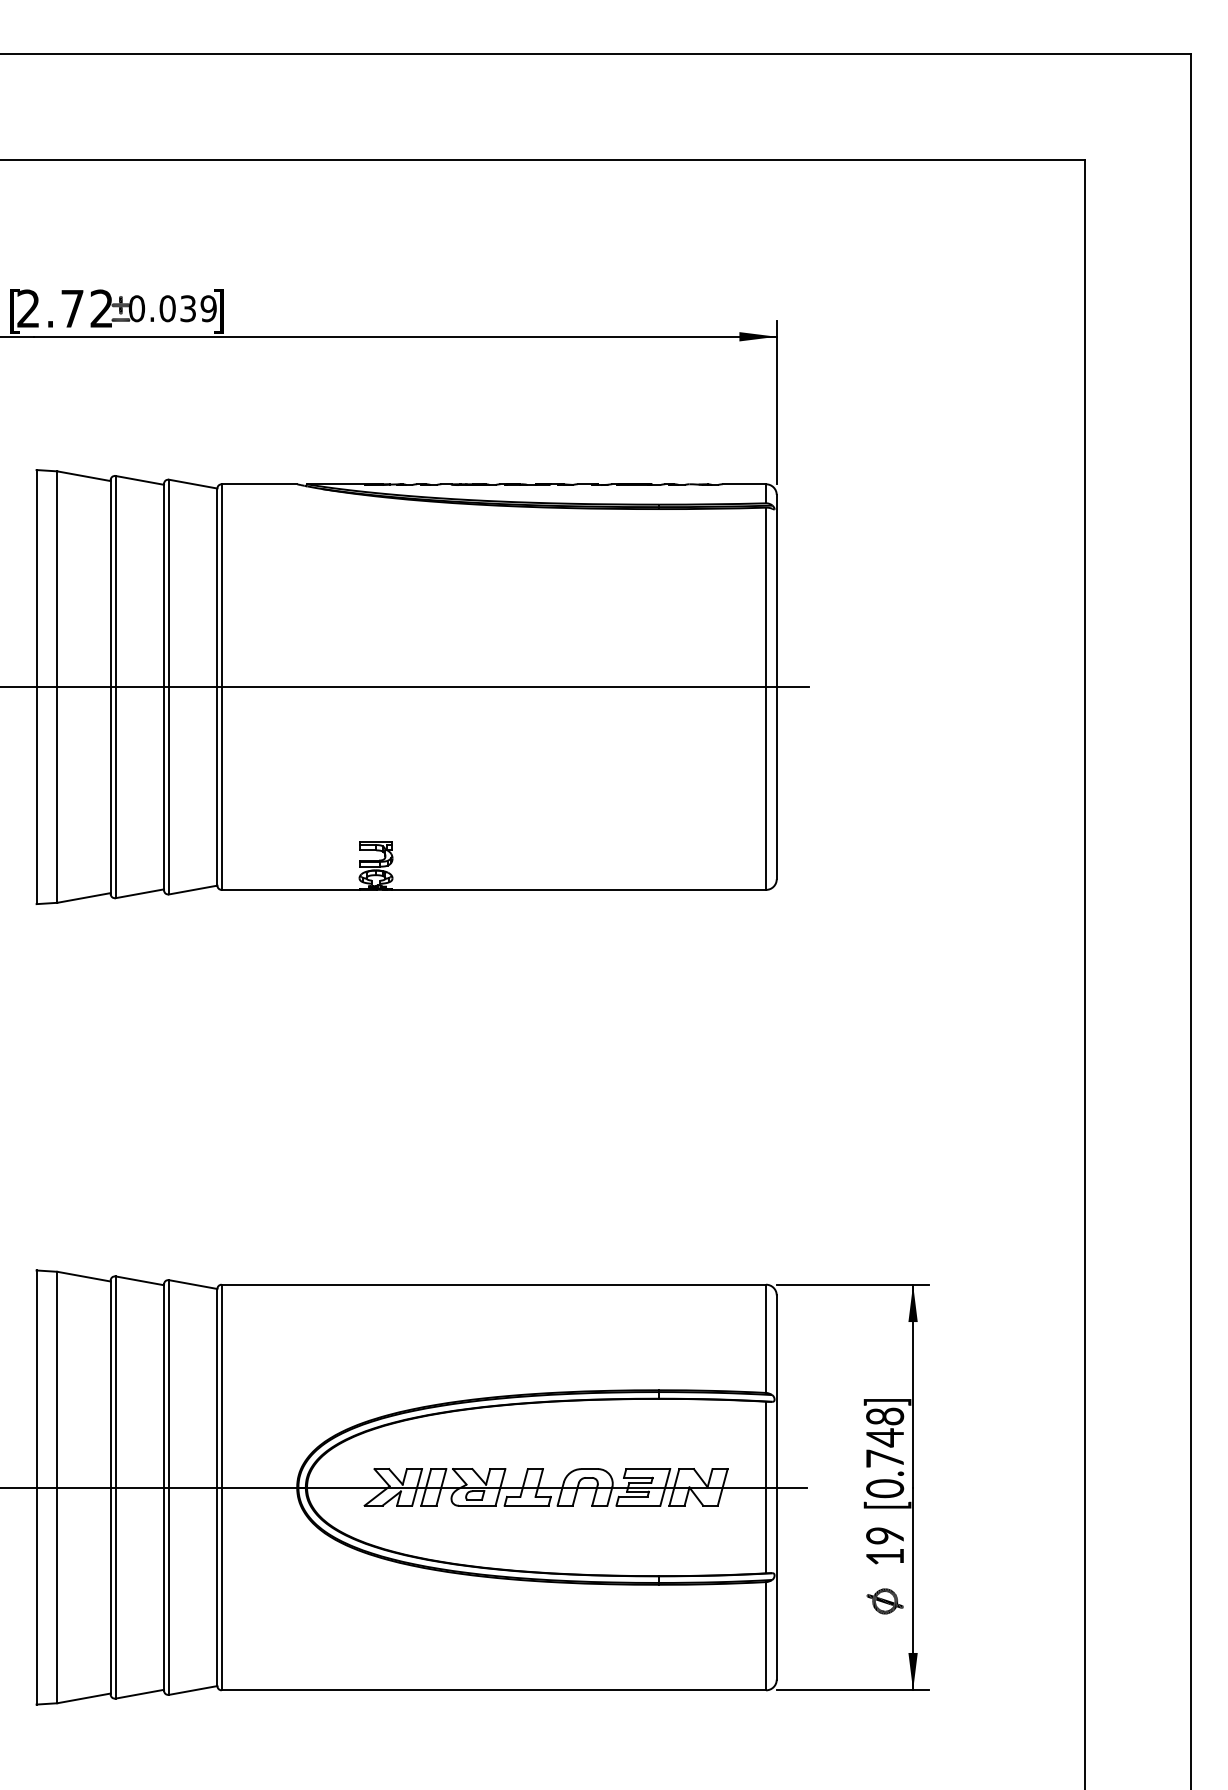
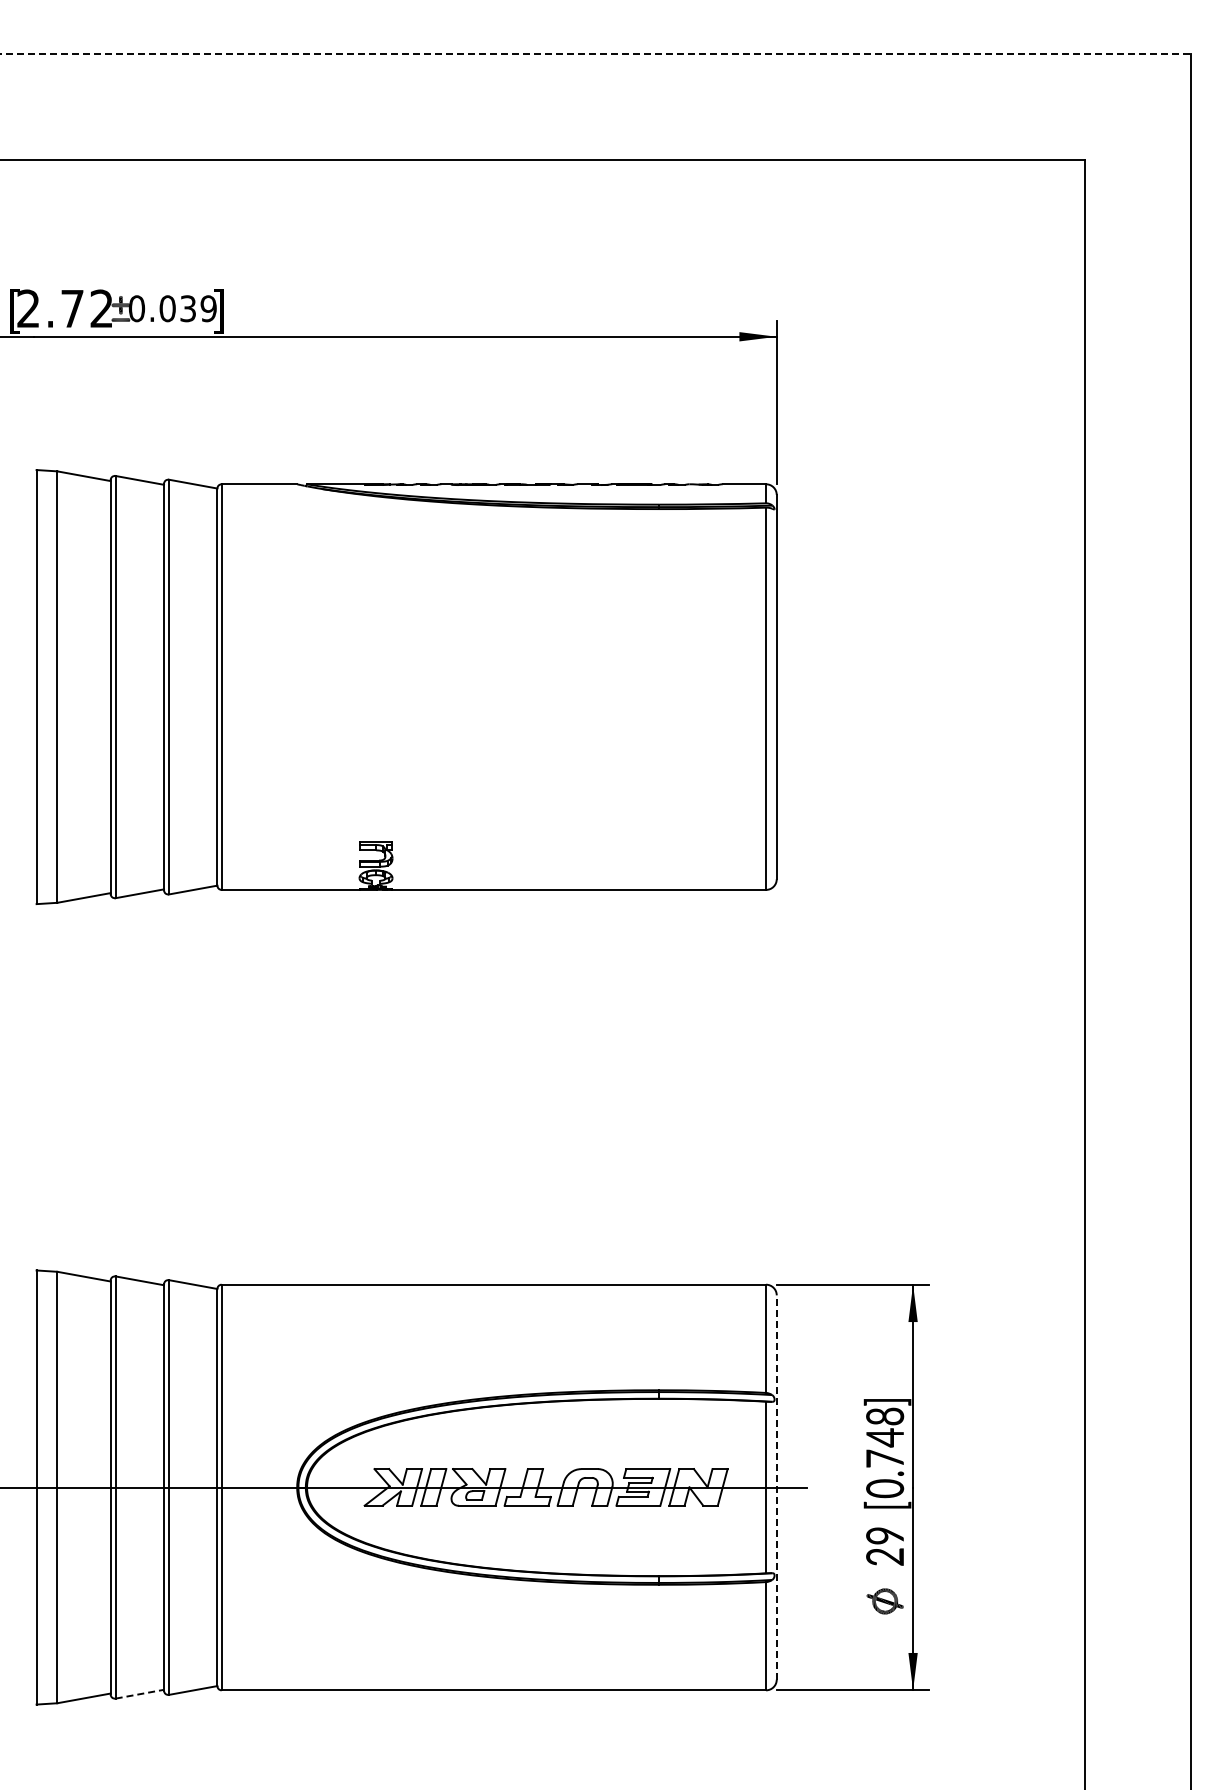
line at (596, 53): solid -> dashed
line at (405, 687): present -> none
line at (776, 1487): solid -> dashed
text at (884, 1556): 19 -> 29
line at (139, 1694): solid -> dashed
